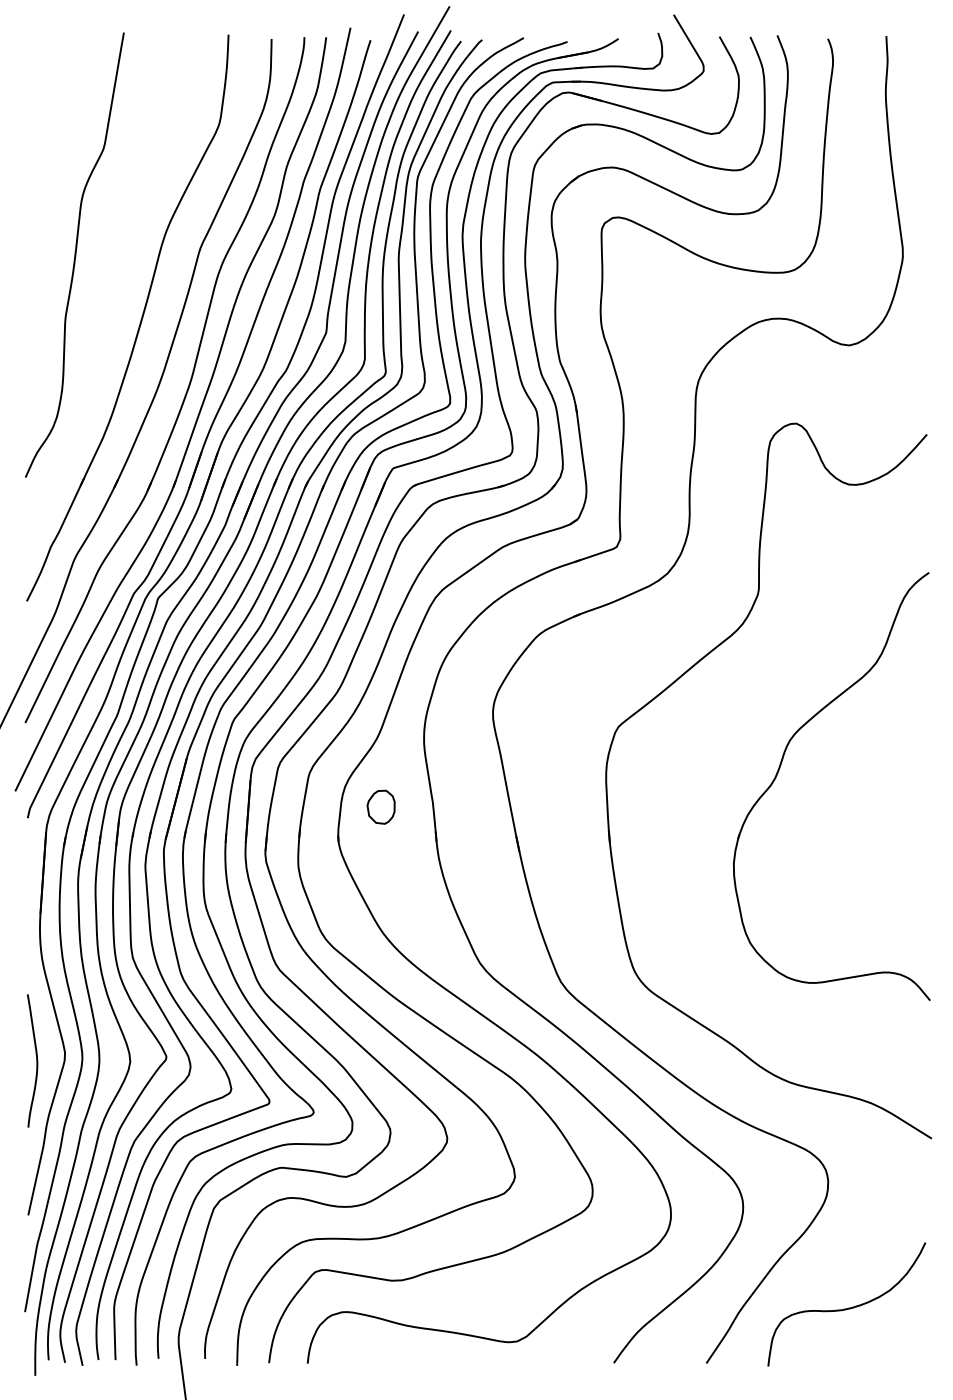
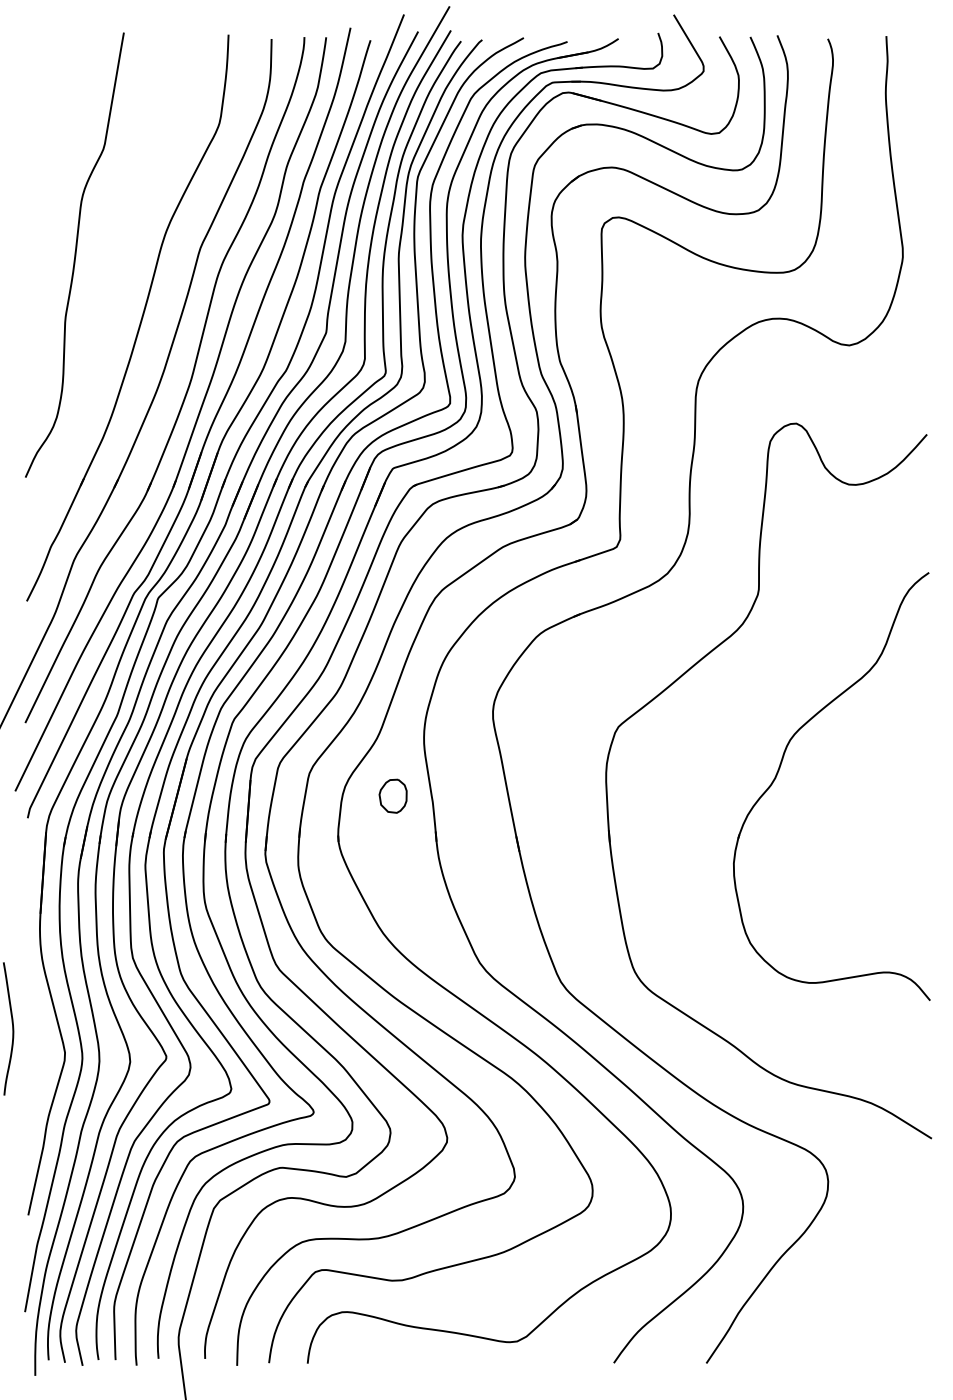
part at (380, 806) position: (380, 806) -> (392, 795)
curve at (36, 1060) position: (36, 1060) -> (12, 1028)
curve at (848, 1307): present -> none
